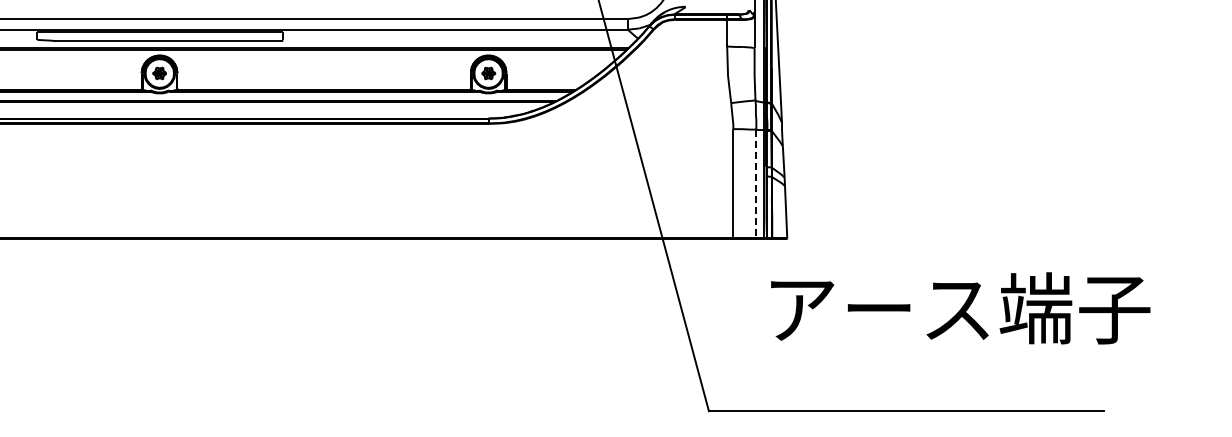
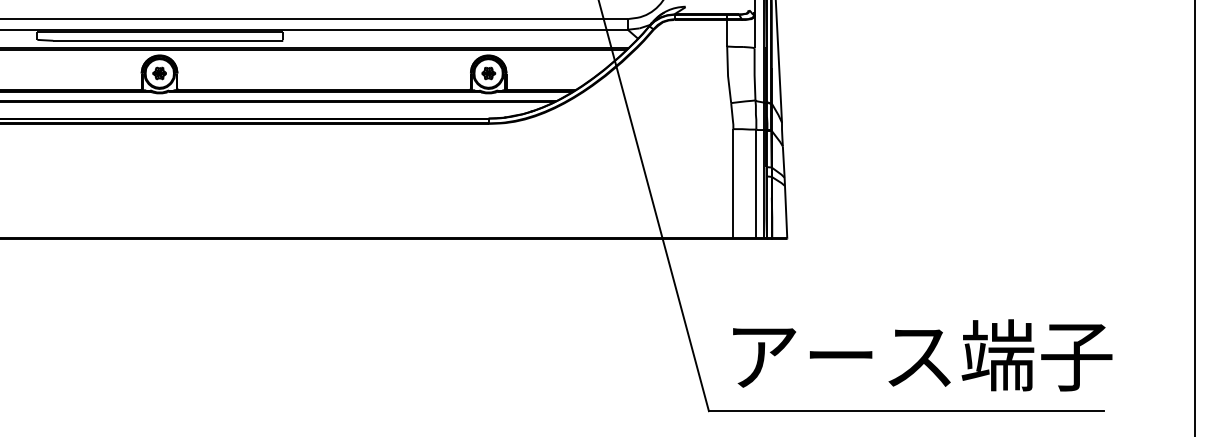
line at (756, 184): dashed -> solid
line at (1195, 217): none -> present
text at (960, 308) position: (960, 308) -> (922, 355)
